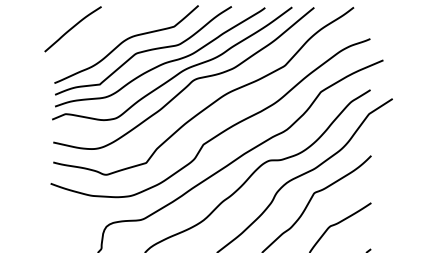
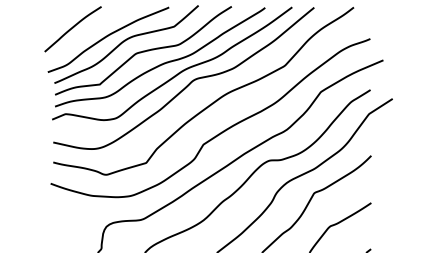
curve at (107, 37): none -> present
